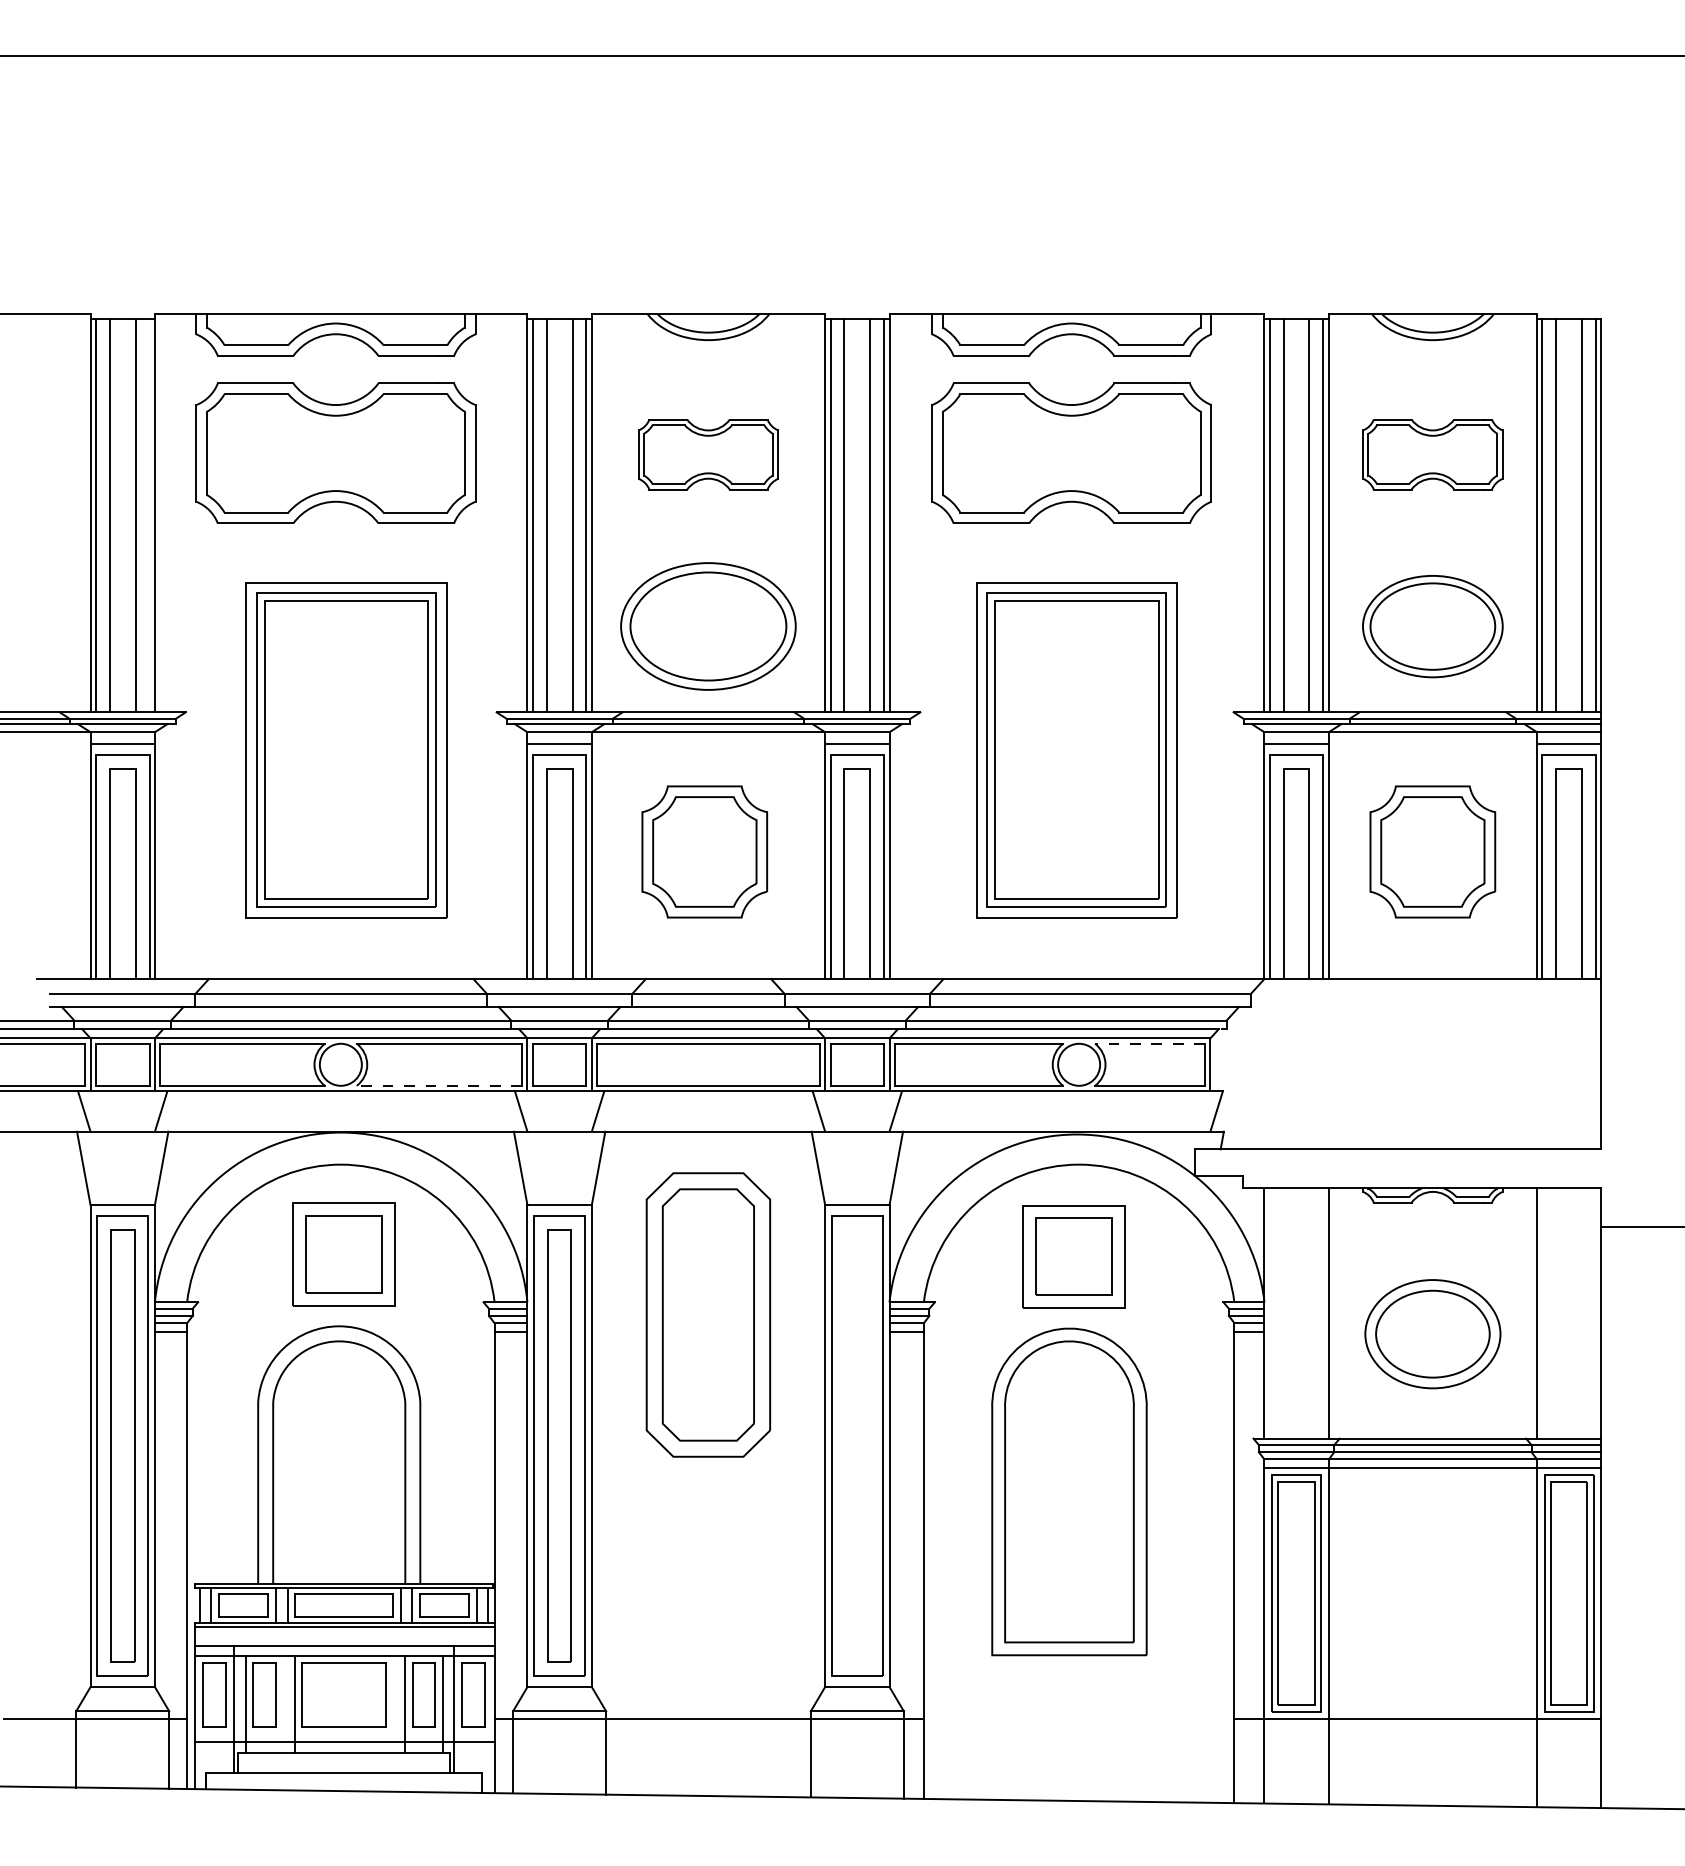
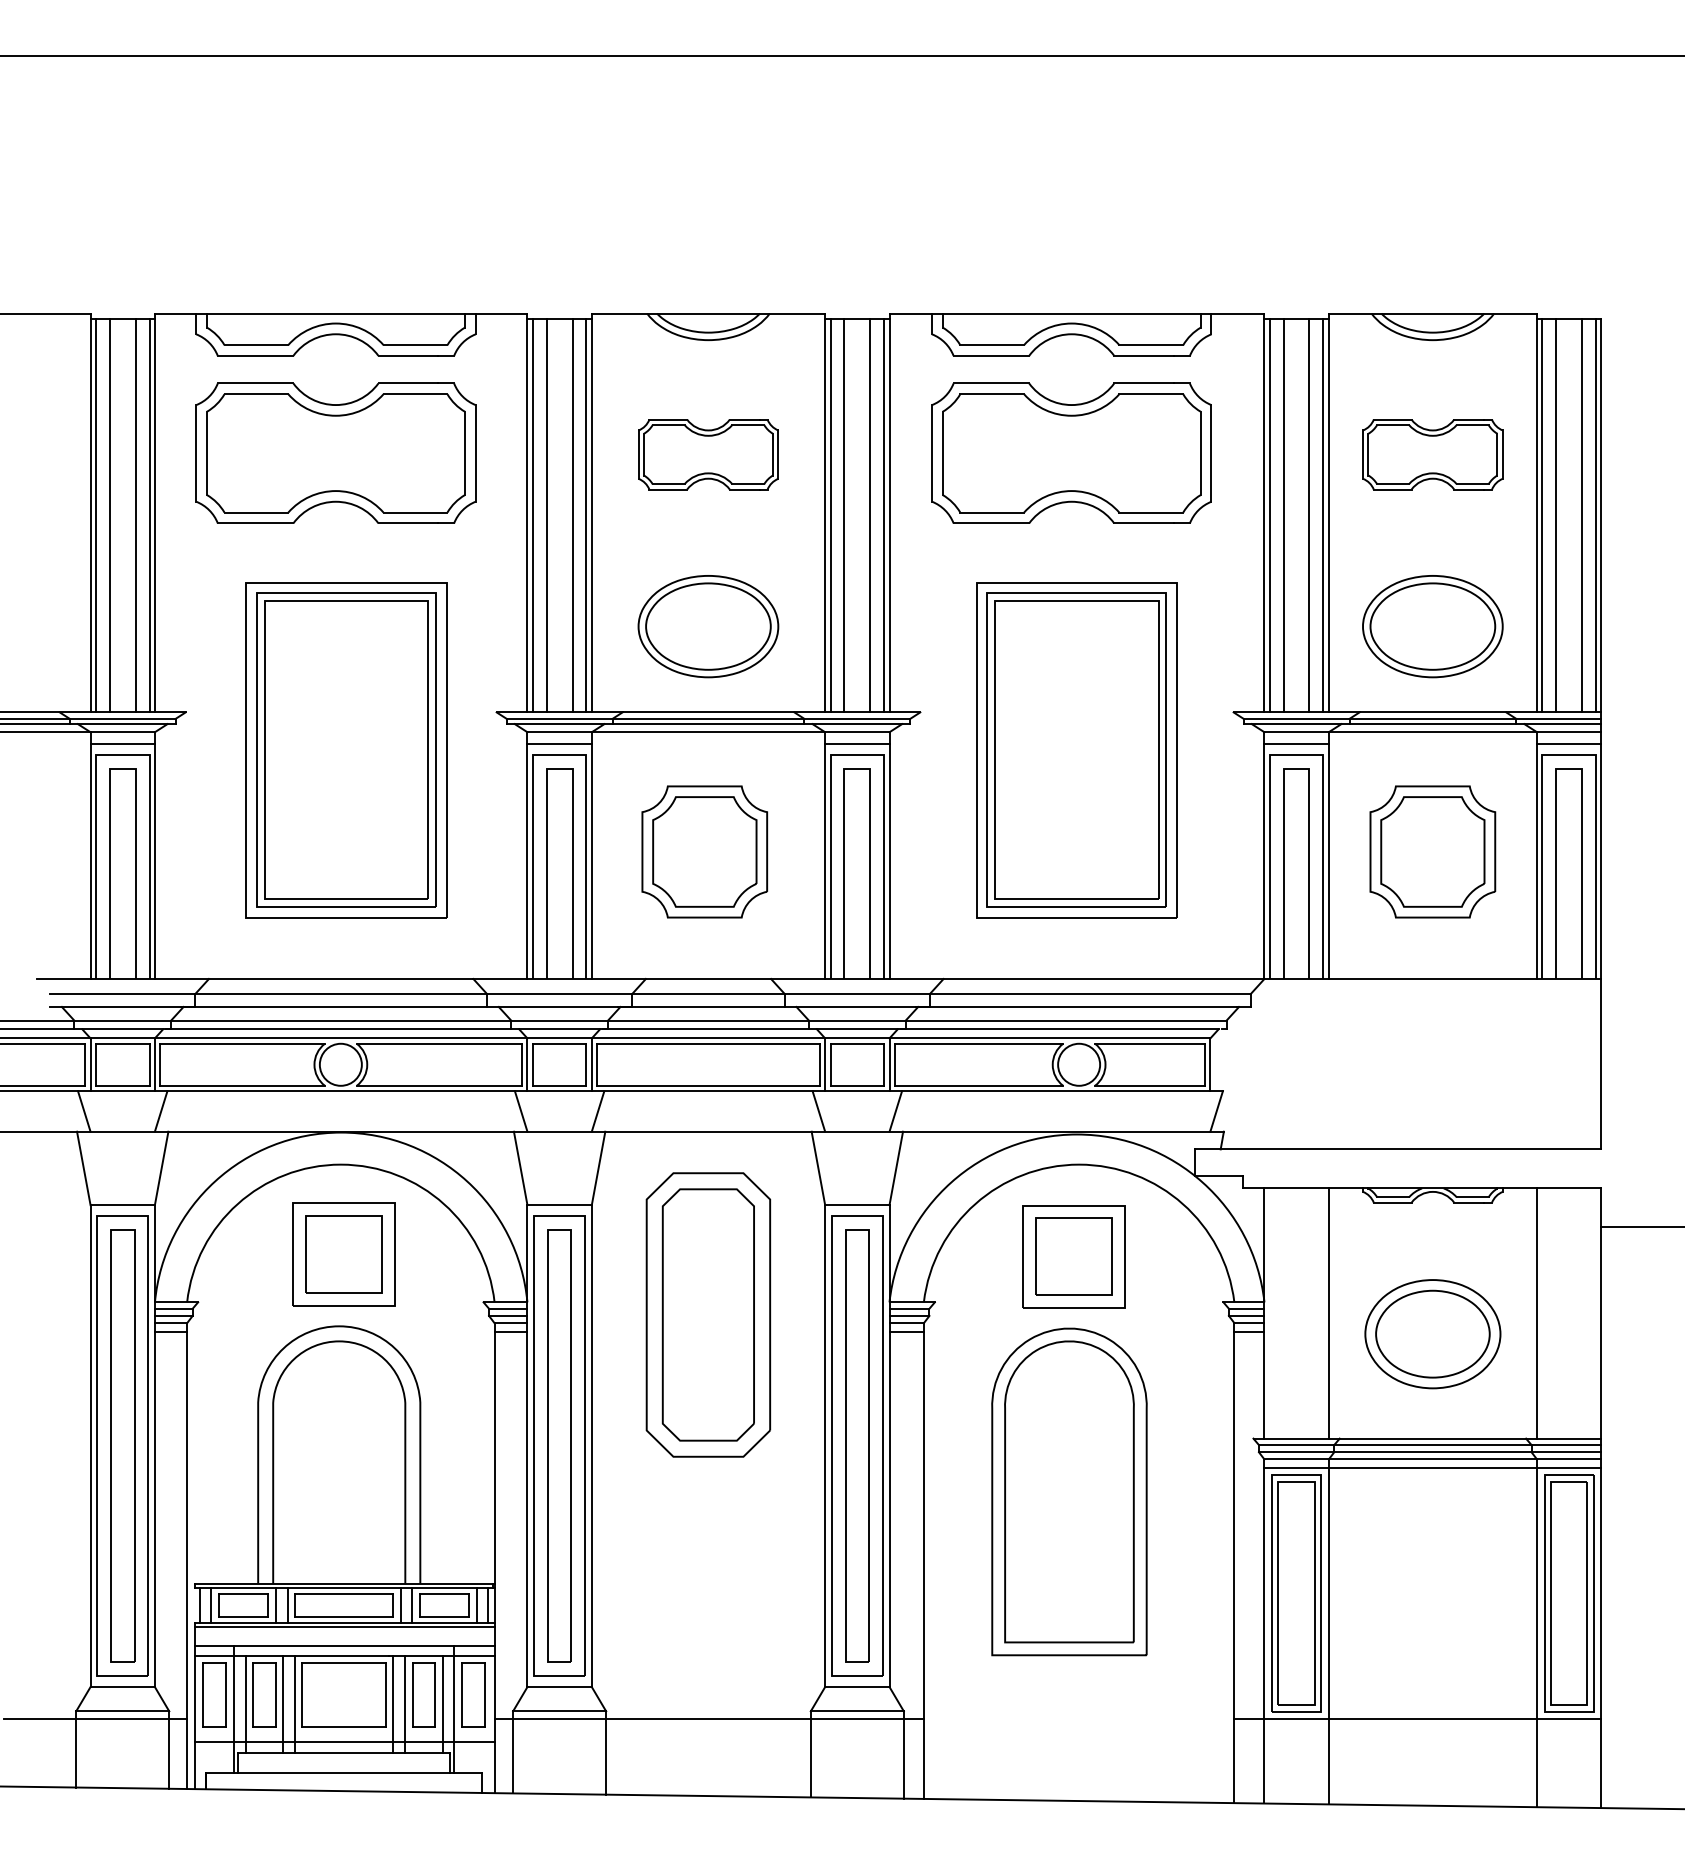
line at (149, 515): none -> present
part at (708, 626) size: 177x129 px -> 143x104 px
line at (1150, 1043): dashed -> solid
line at (439, 1085): dashed -> solid
part at (857, 1445): none -> present
line at (283, 1704): none -> present
line at (393, 1704): none -> present
